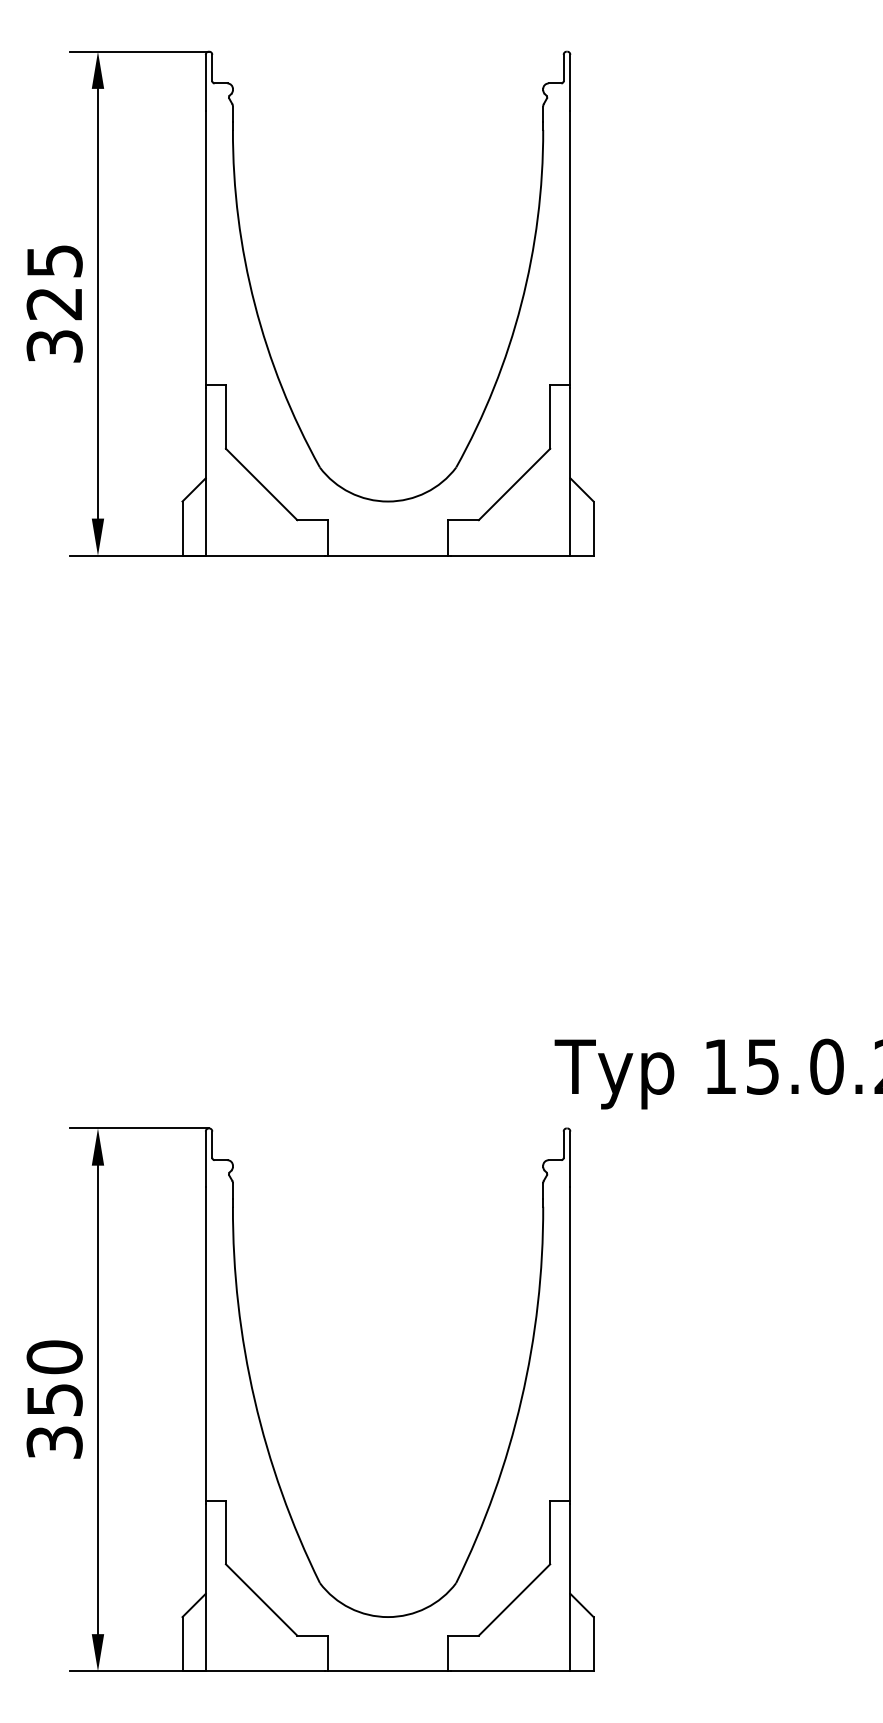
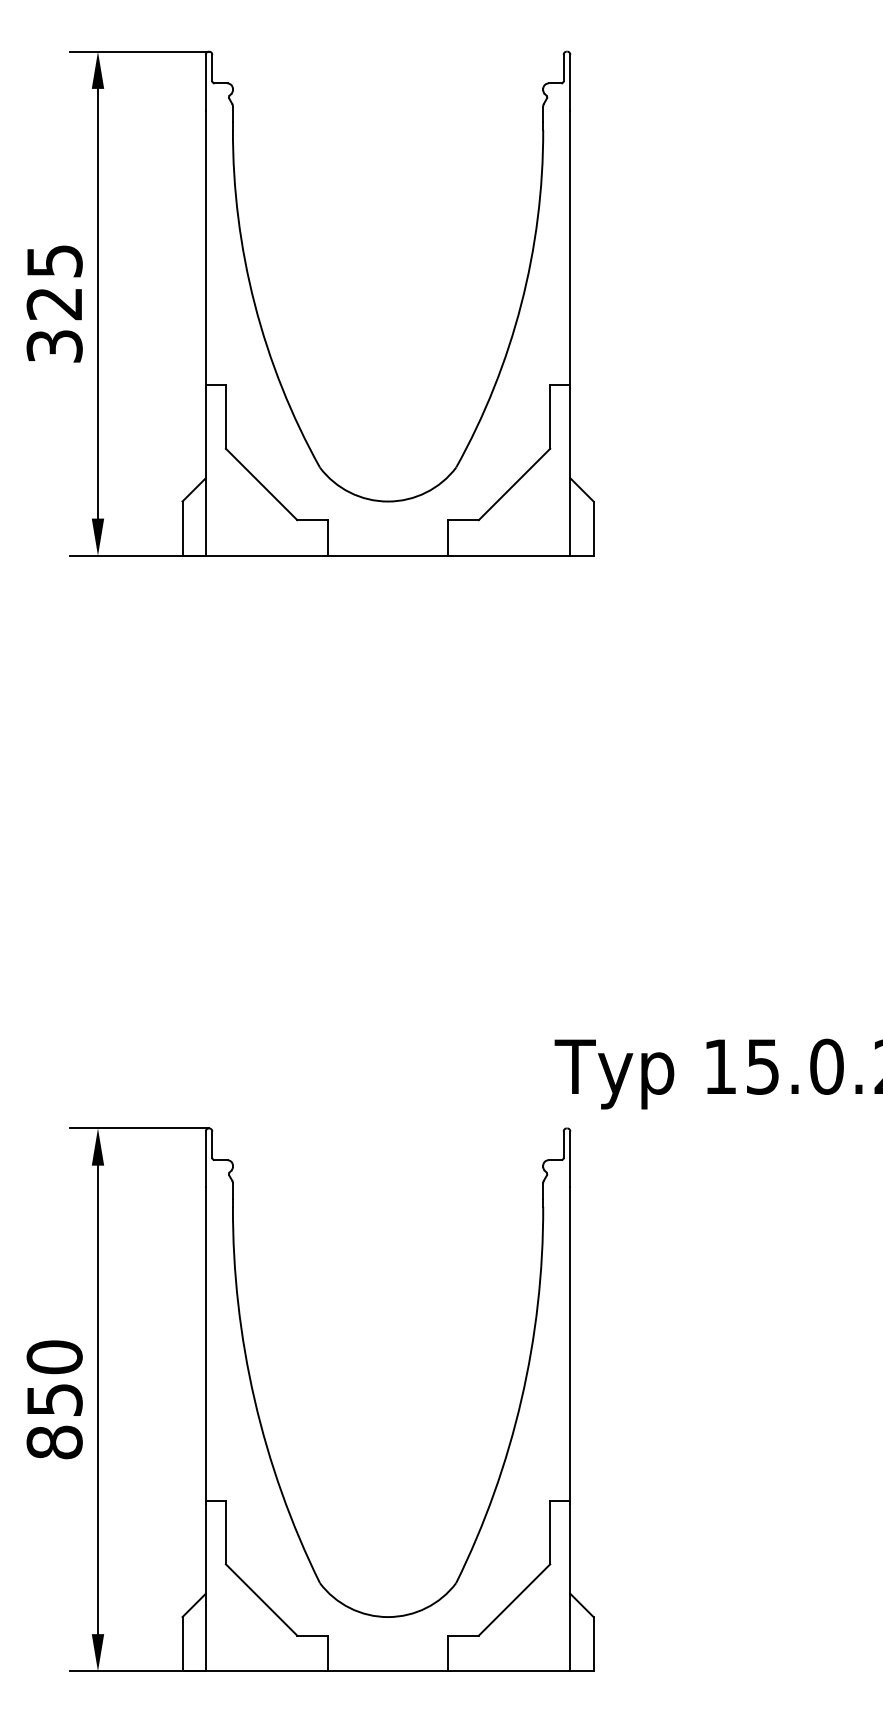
text at (54, 1442): 350 -> 850
